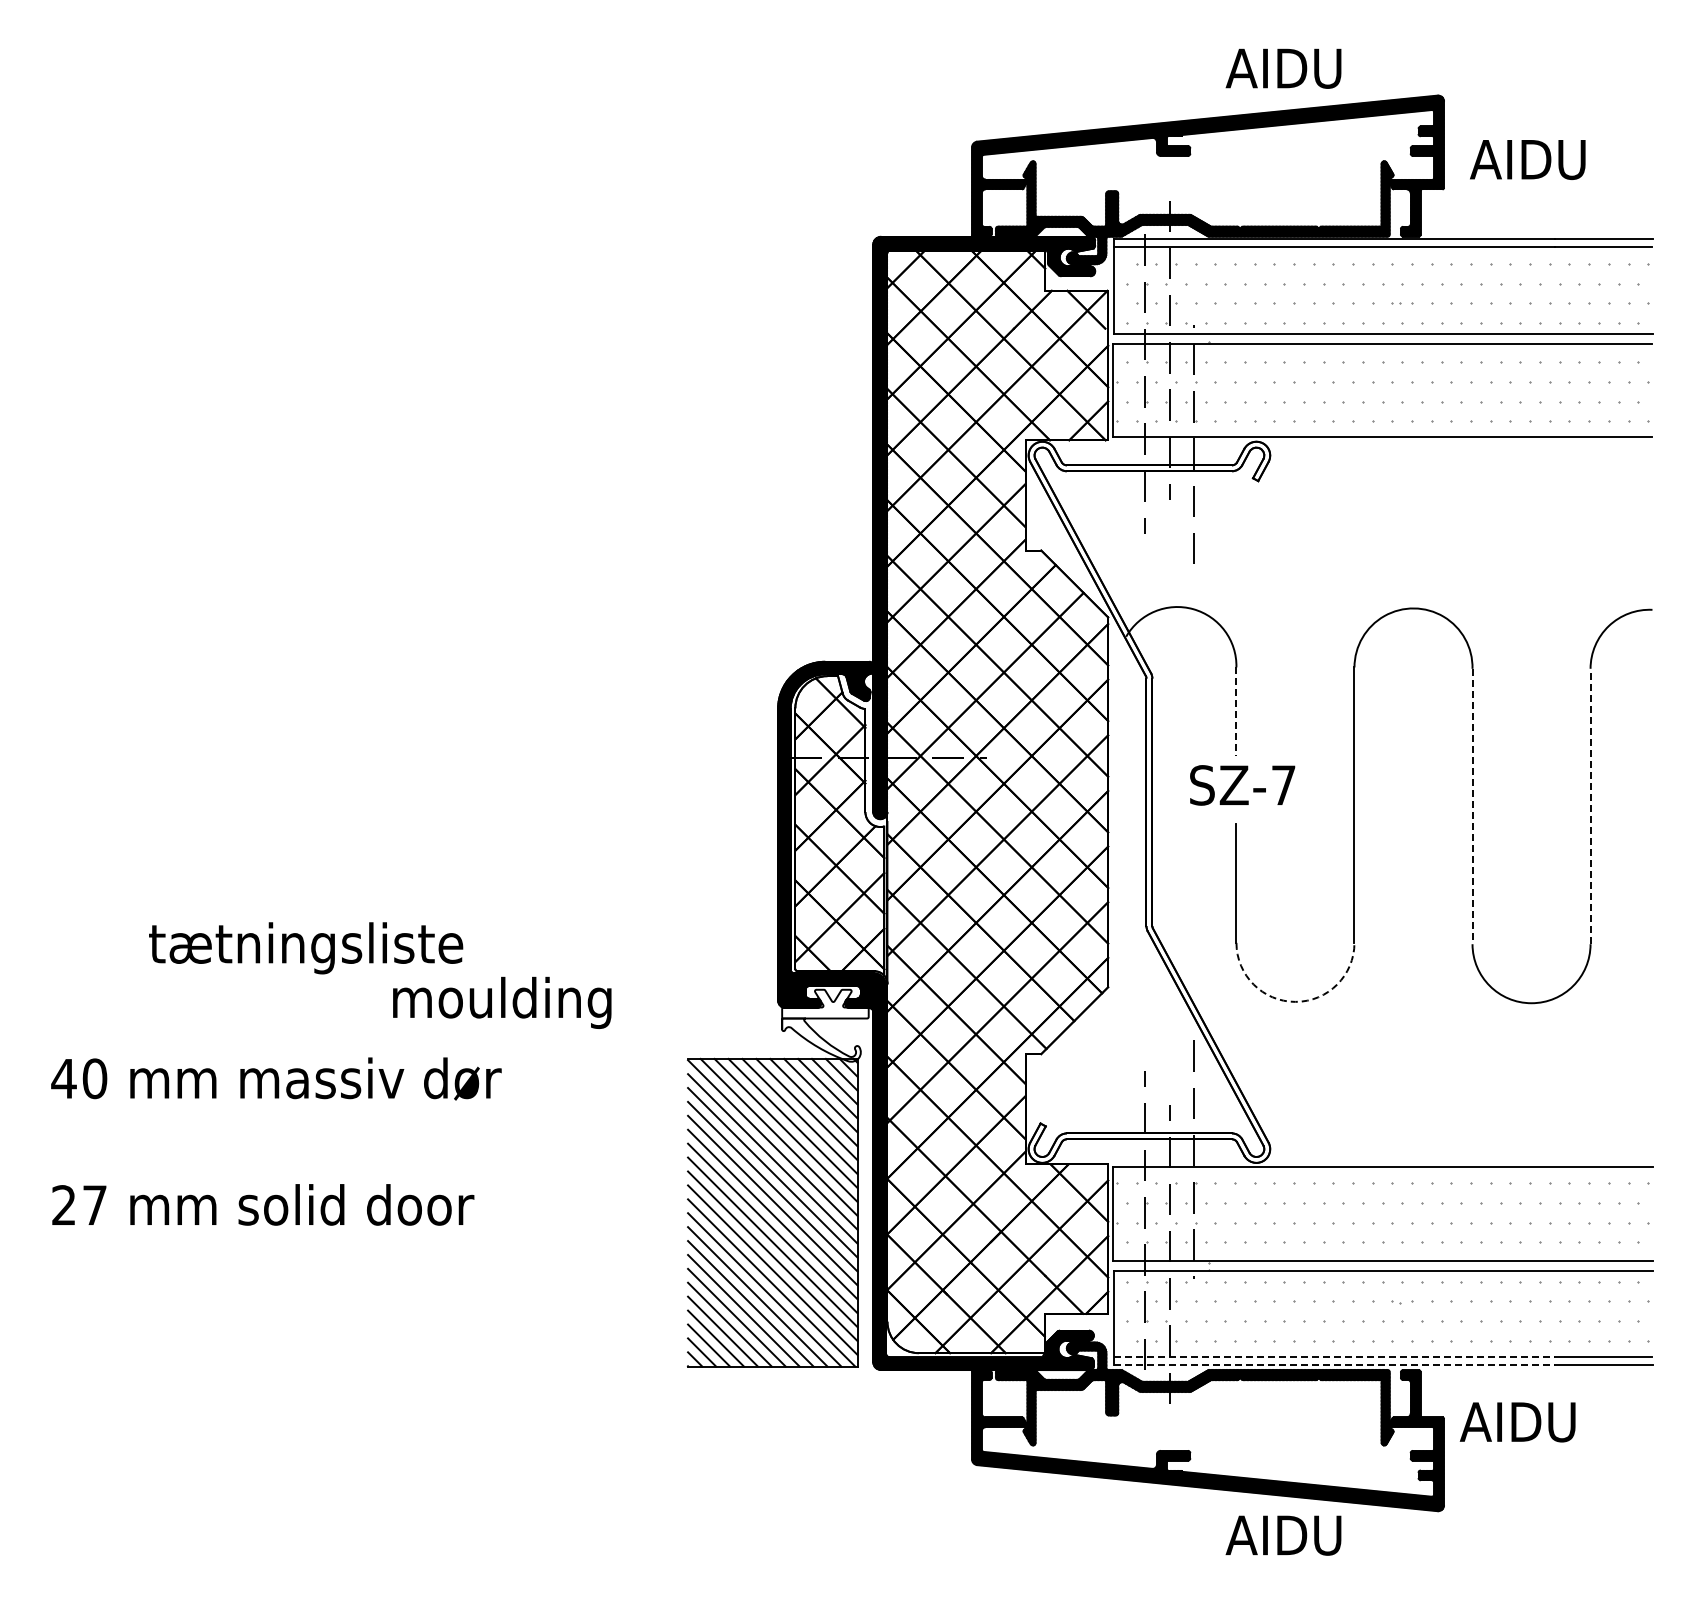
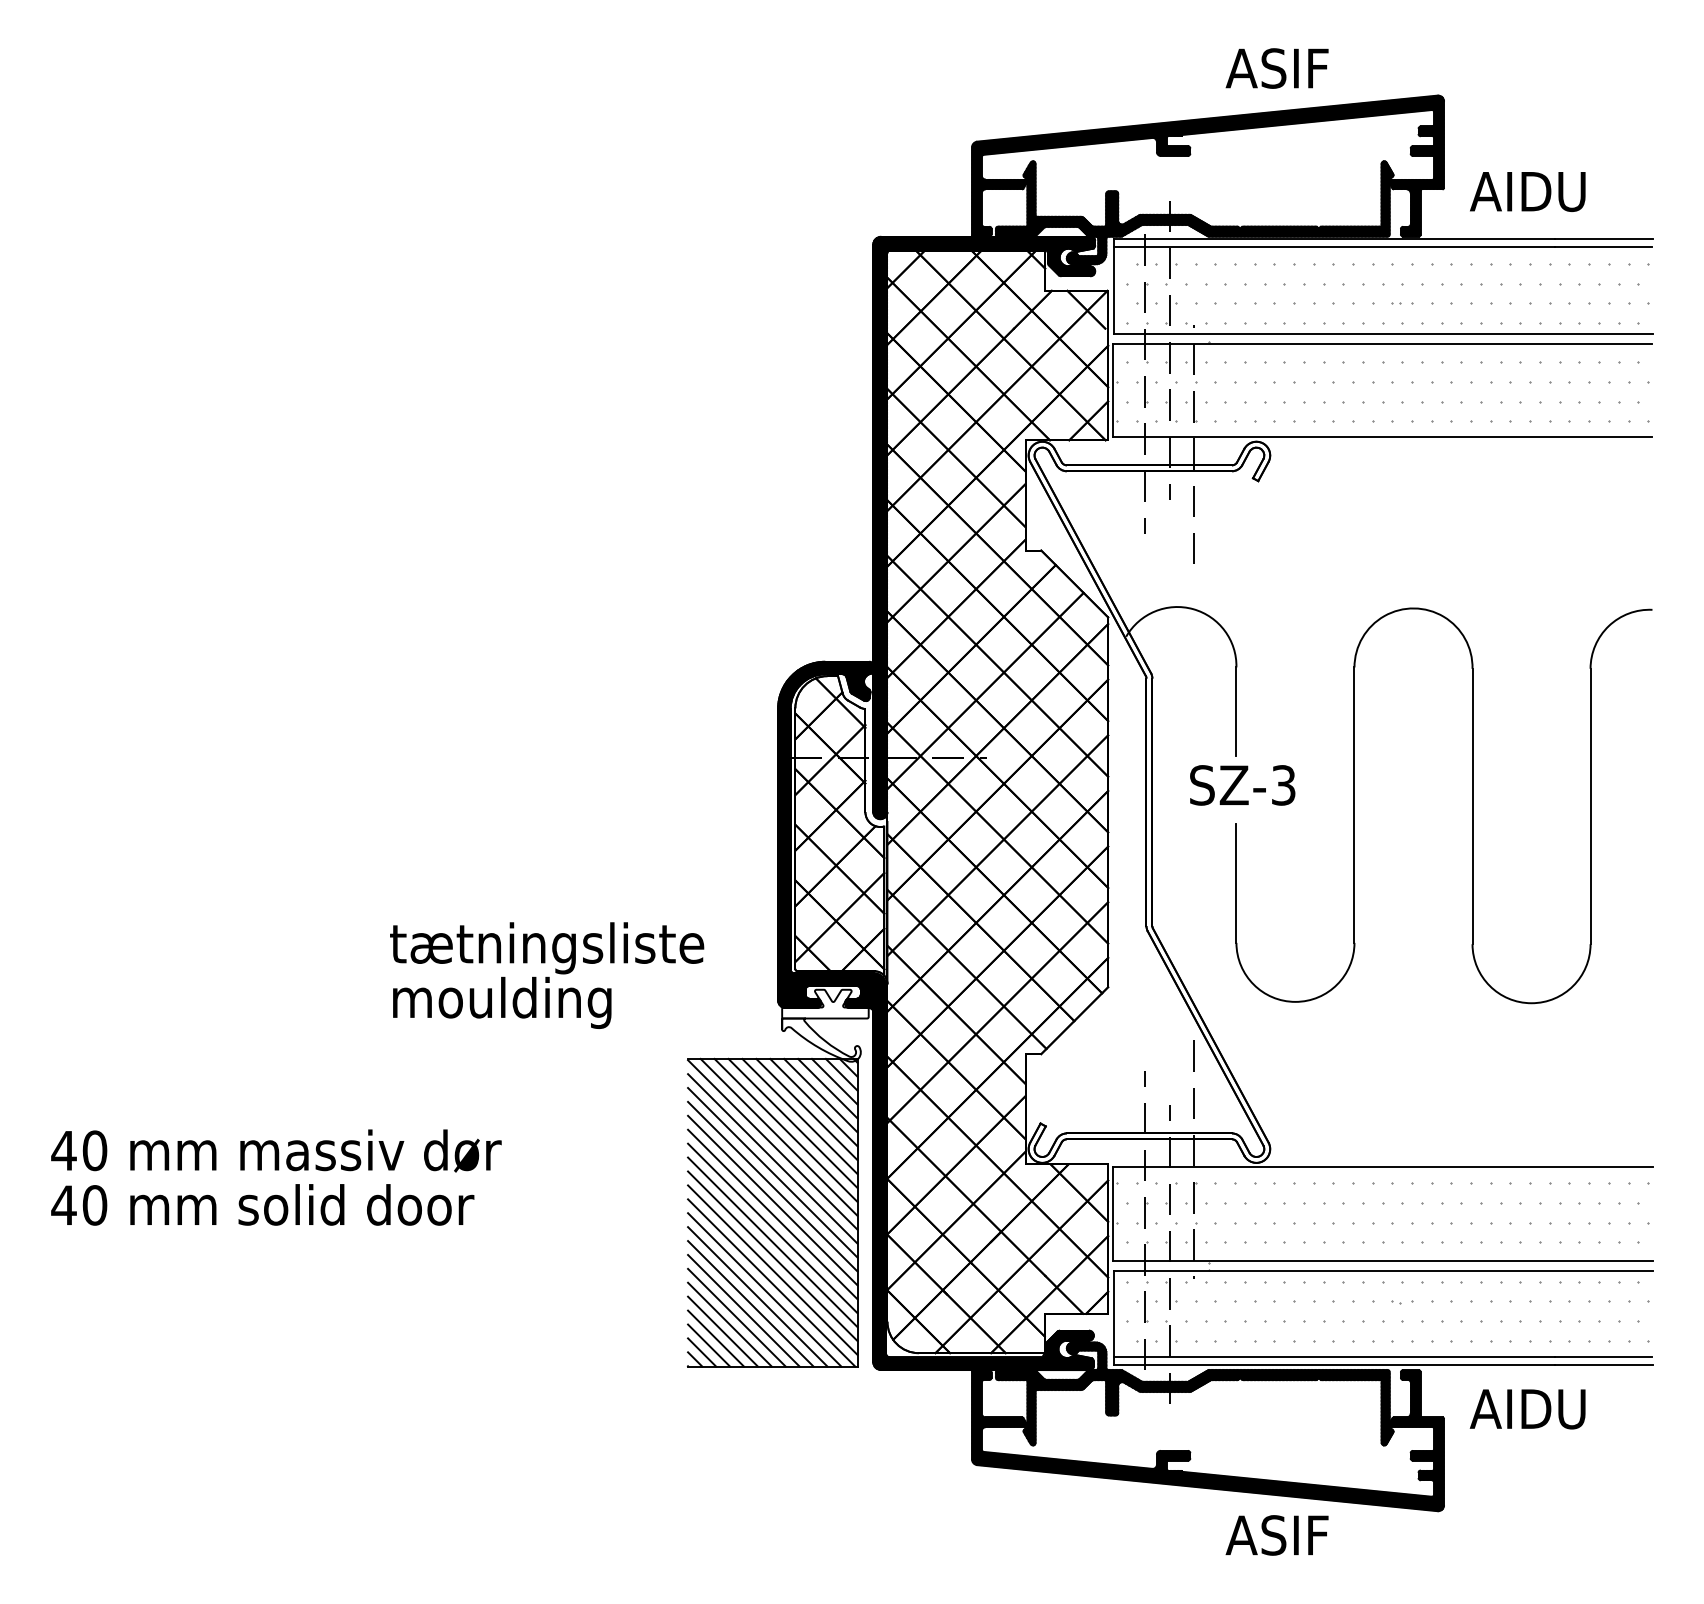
text at (1301, 68): AIDU -> ASIF
text at (1527, 159) position: (1527, 159) -> (1527, 191)
line at (1236, 712): dashed -> solid
text at (1283, 785): SZ-7 -> SZ-3
line at (1472, 806): dashed -> solid
line at (1590, 806): dashed -> solid
text at (306, 948) position: (306, 948) -> (547, 948)
arc at (1295, 1001): dashed -> solid
text at (276, 1078) position: (276, 1078) -> (276, 1150)
text at (79, 1205): 27 -> 40
line at (1335, 1357): dashed -> solid
line at (1334, 1365): dashed -> solid
text at (1517, 1422) position: (1517, 1422) -> (1527, 1409)
text at (1301, 1535): AIDU -> ASIF
